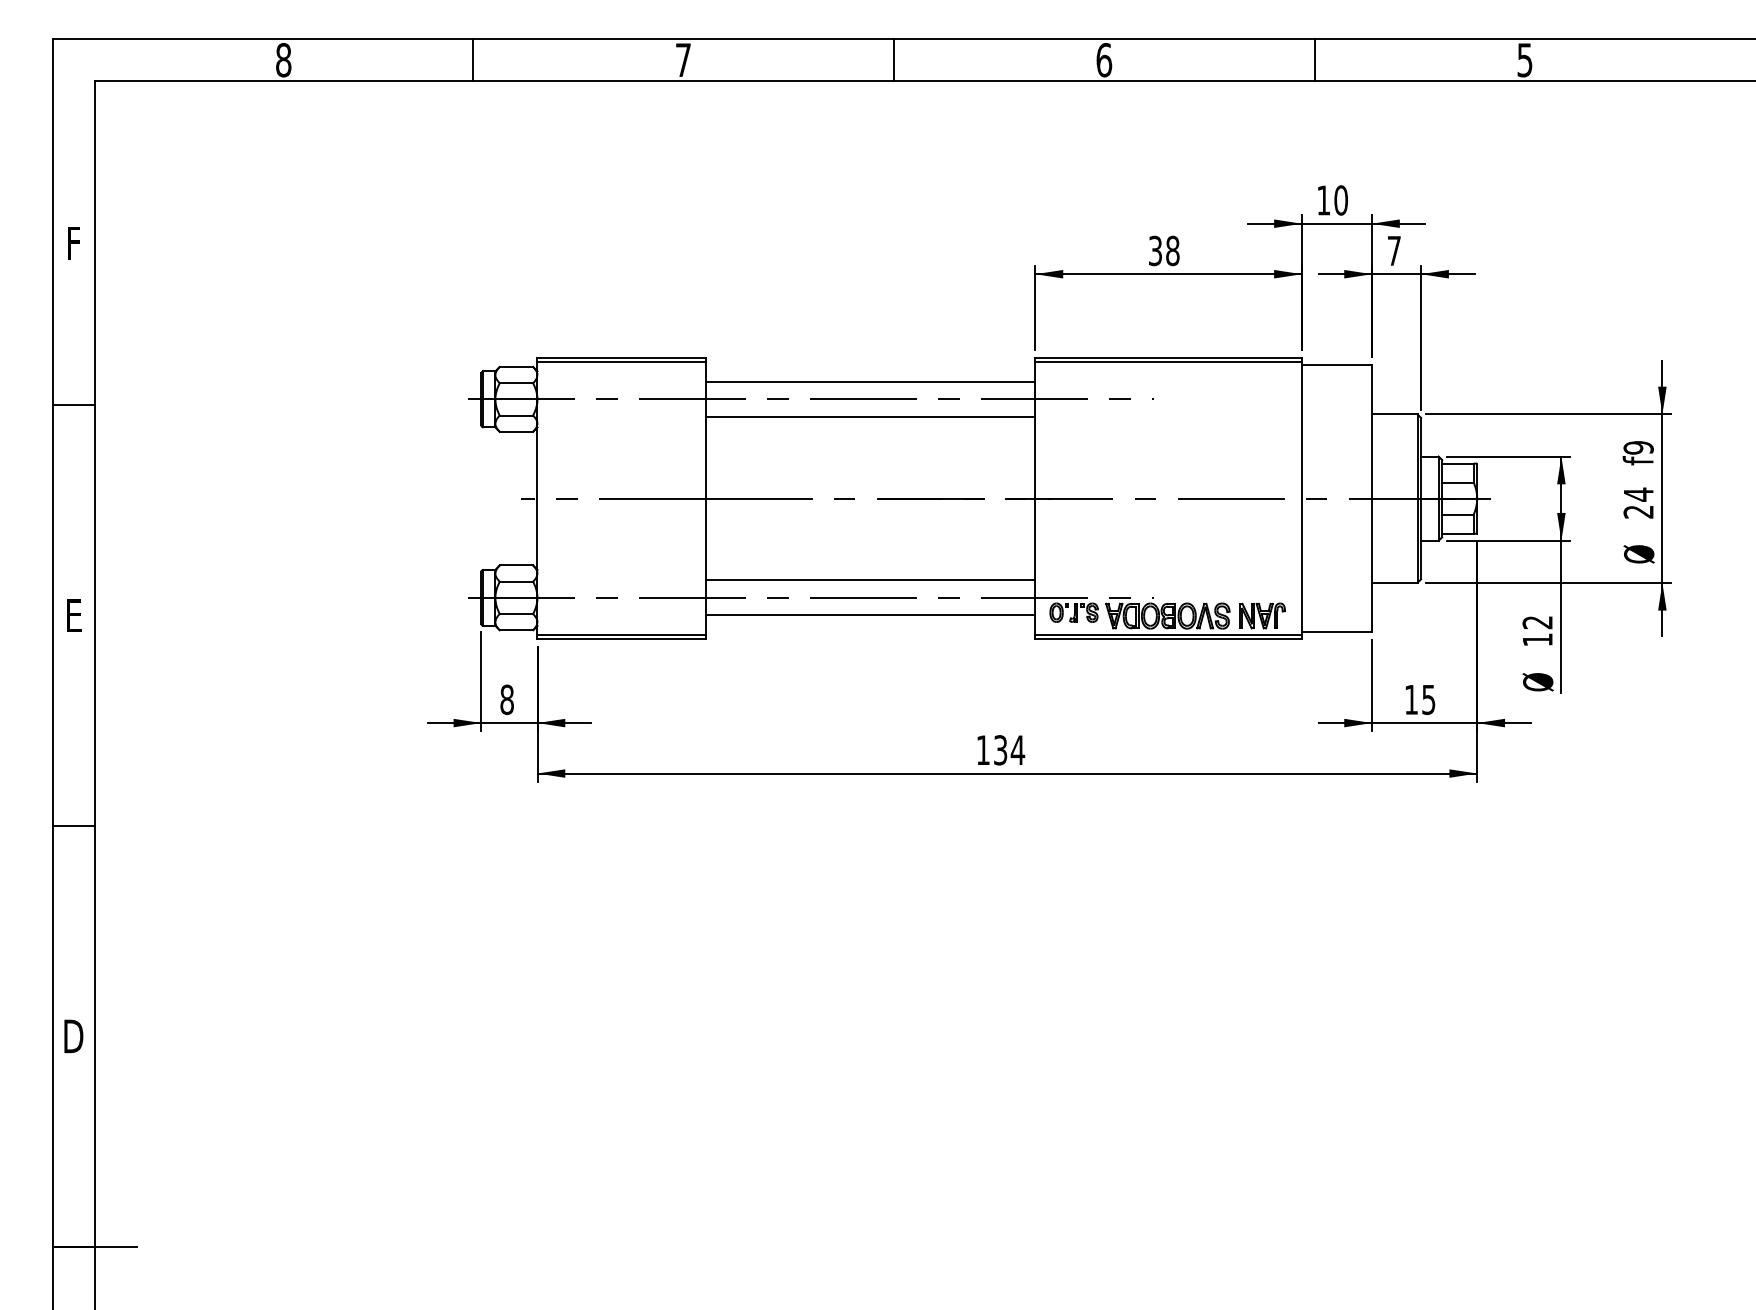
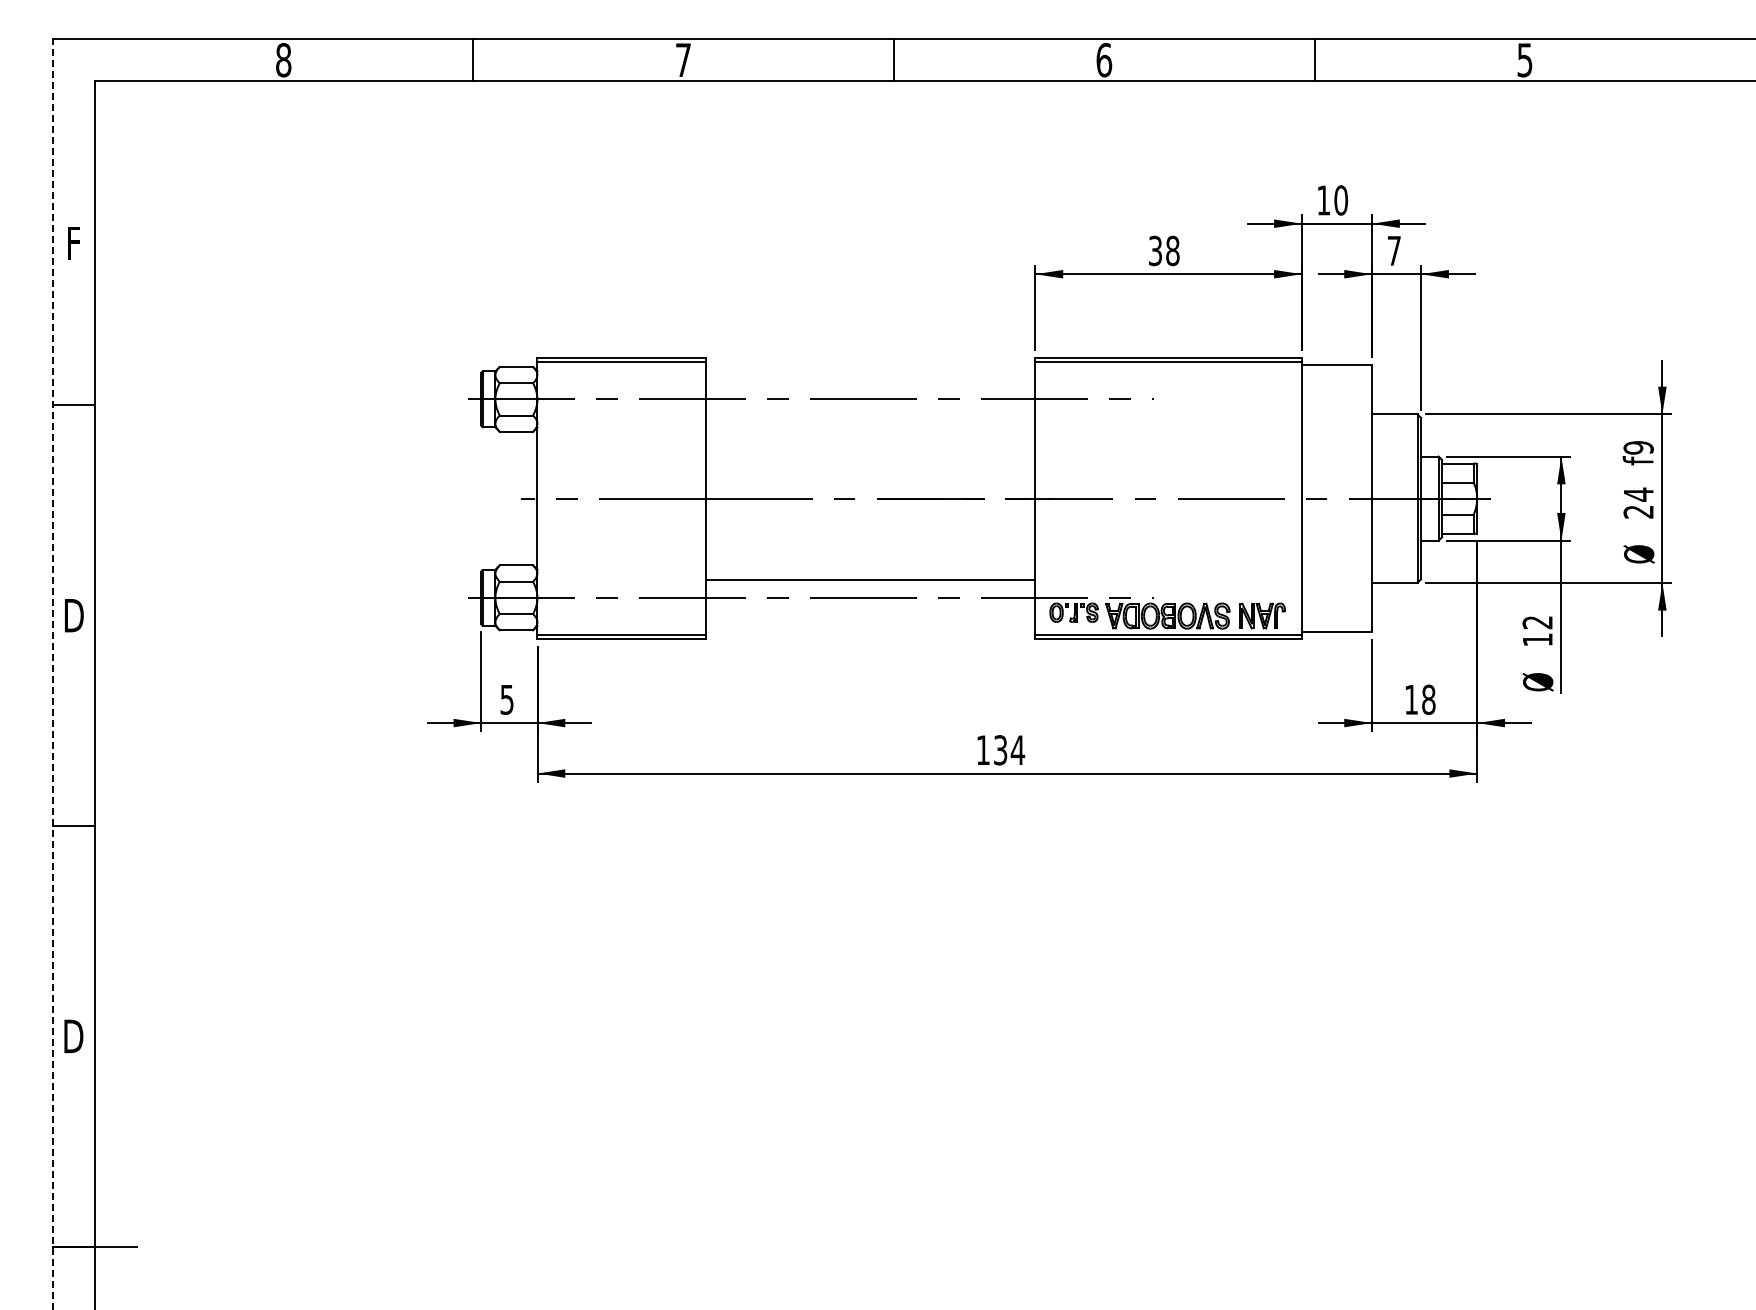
line at (870, 381): present -> none
line at (870, 416): present -> none
text at (74, 615): E -> D
line at (870, 615): present -> none
line at (52, 673): solid -> dashed
text at (506, 699): 8 -> 5
text at (1428, 699): 15 -> 18
